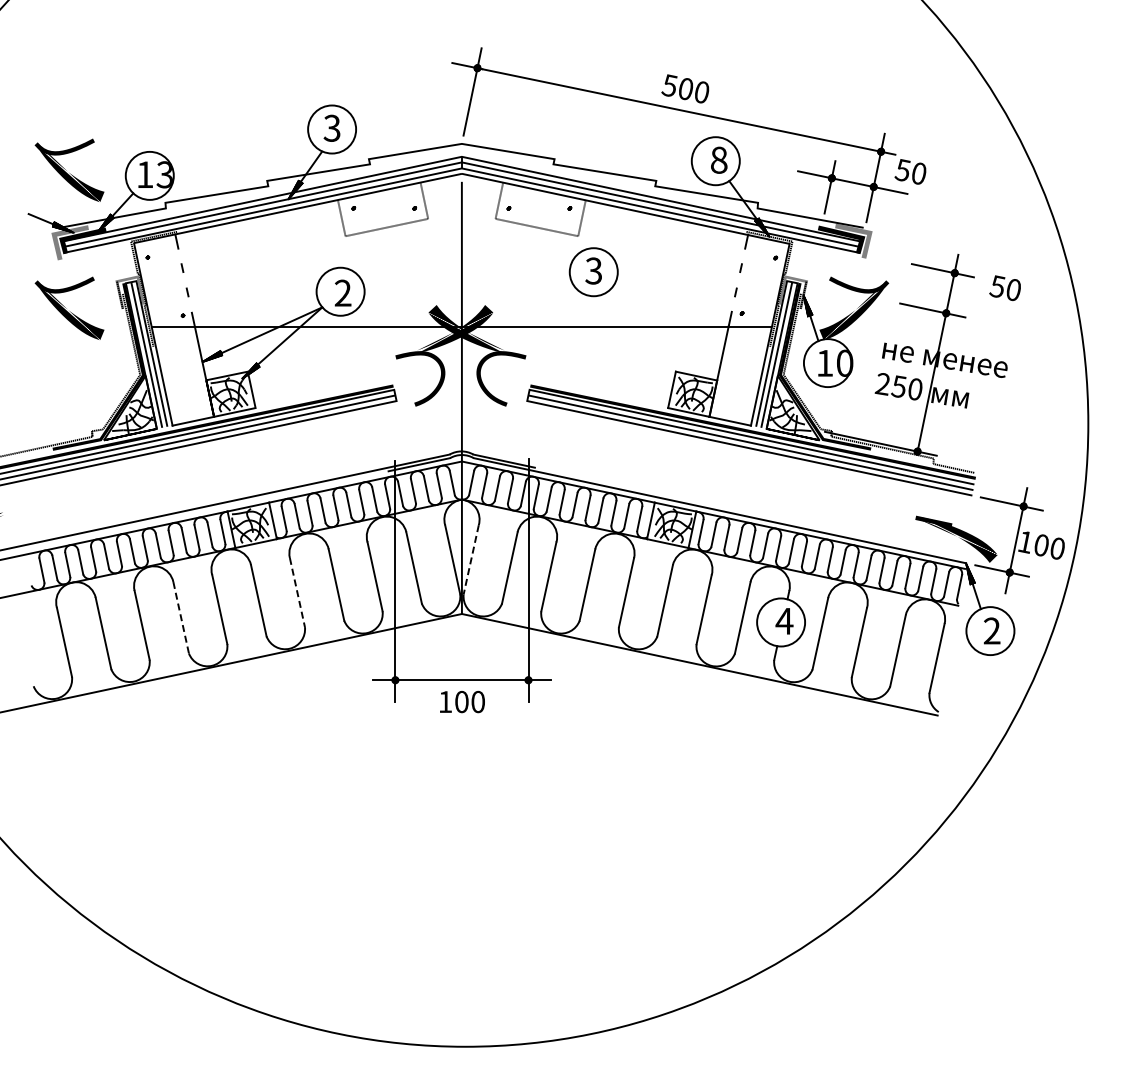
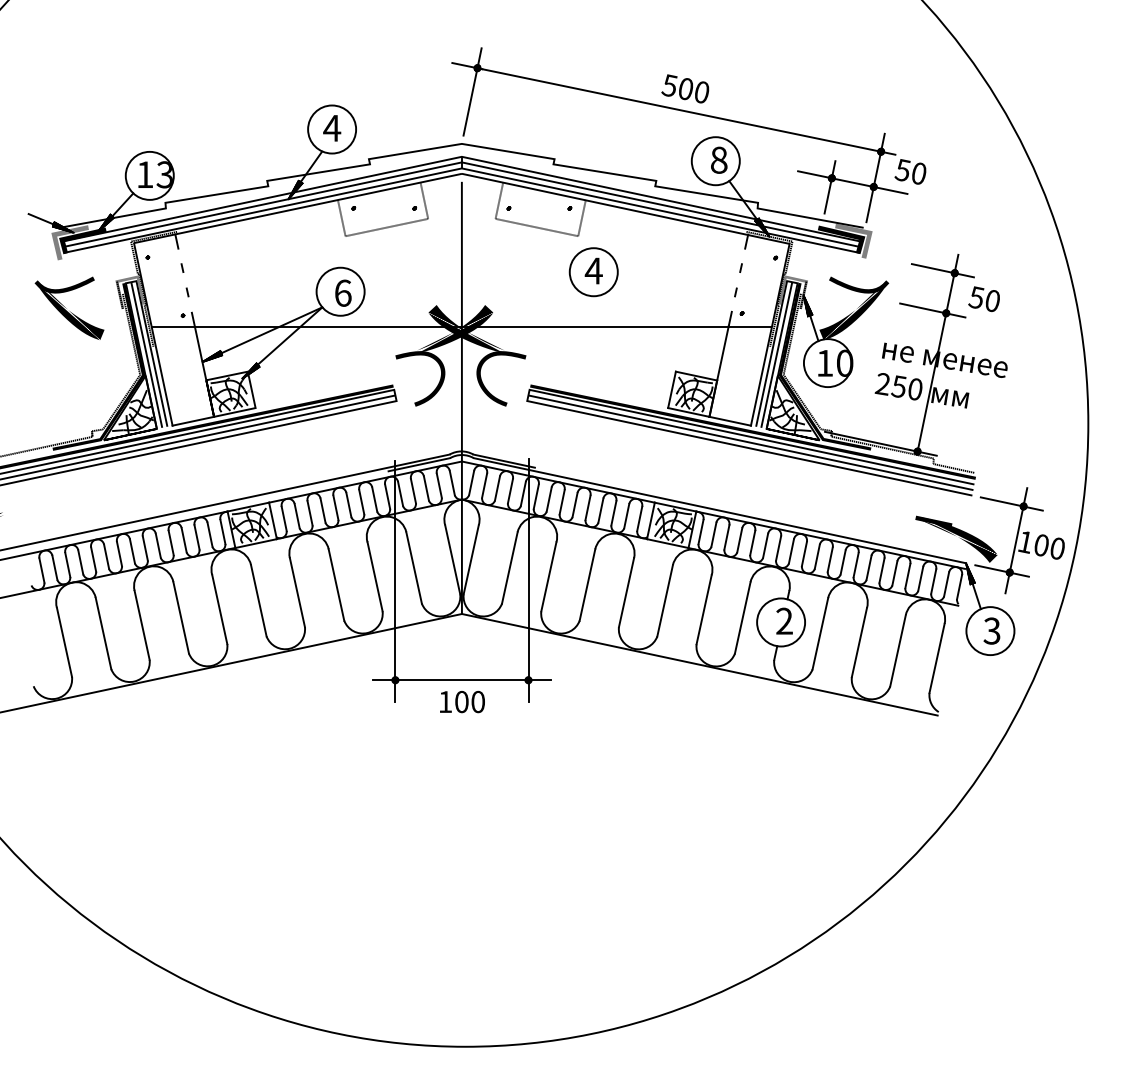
text at (332, 127): 3 -> 4
part at (69, 169): present -> none
text at (593, 270): 3 -> 4
text at (1004, 287) position: (1004, 287) -> (983, 298)
text at (342, 292): 2 -> 6
line at (471, 560): dashed -> solid
line at (297, 593): dashed -> solid
line at (181, 617): dashed -> solid
text at (784, 620): 4 -> 2
text at (991, 631): 2 -> 3
